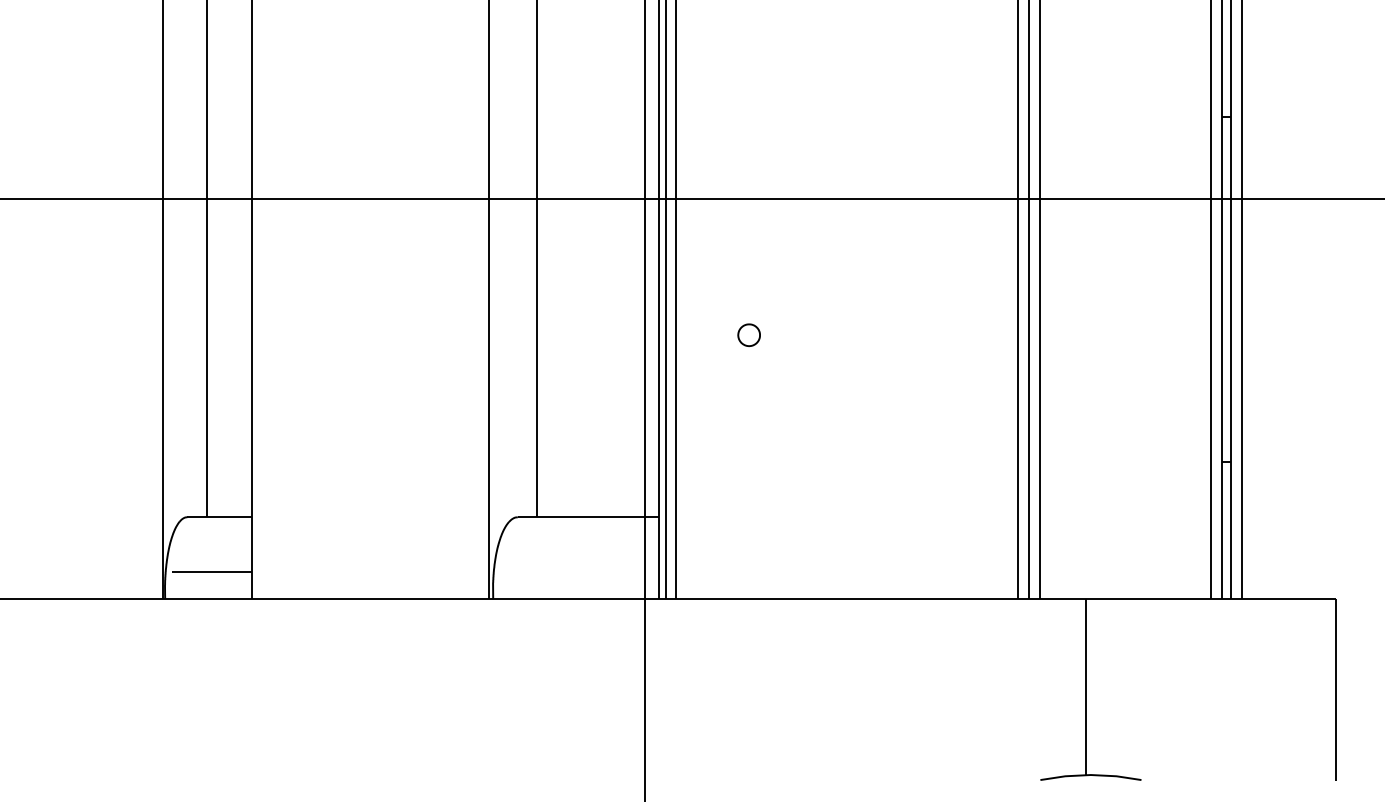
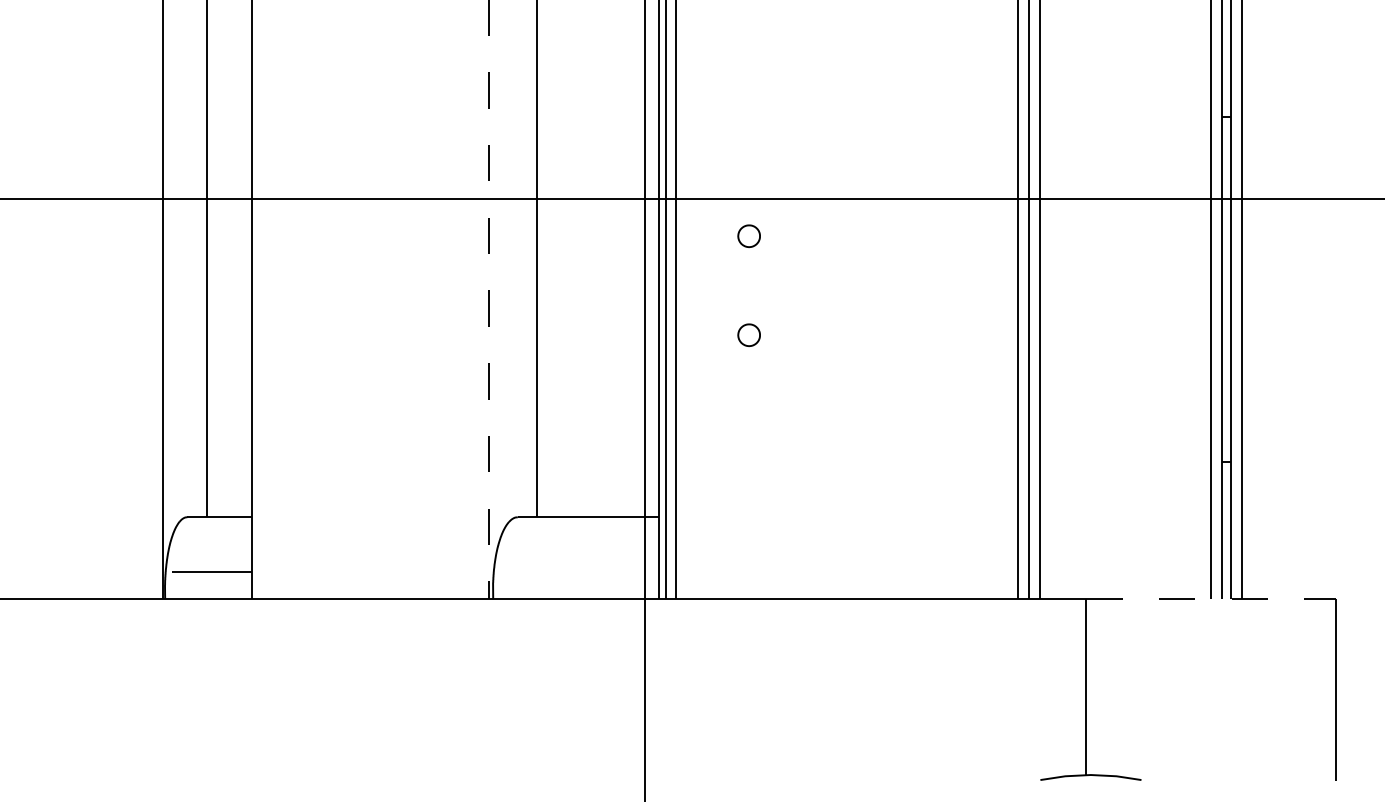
part at (748, 236): none -> present
line at (489, 300): solid -> dashed
line at (1211, 599): solid -> dashed
